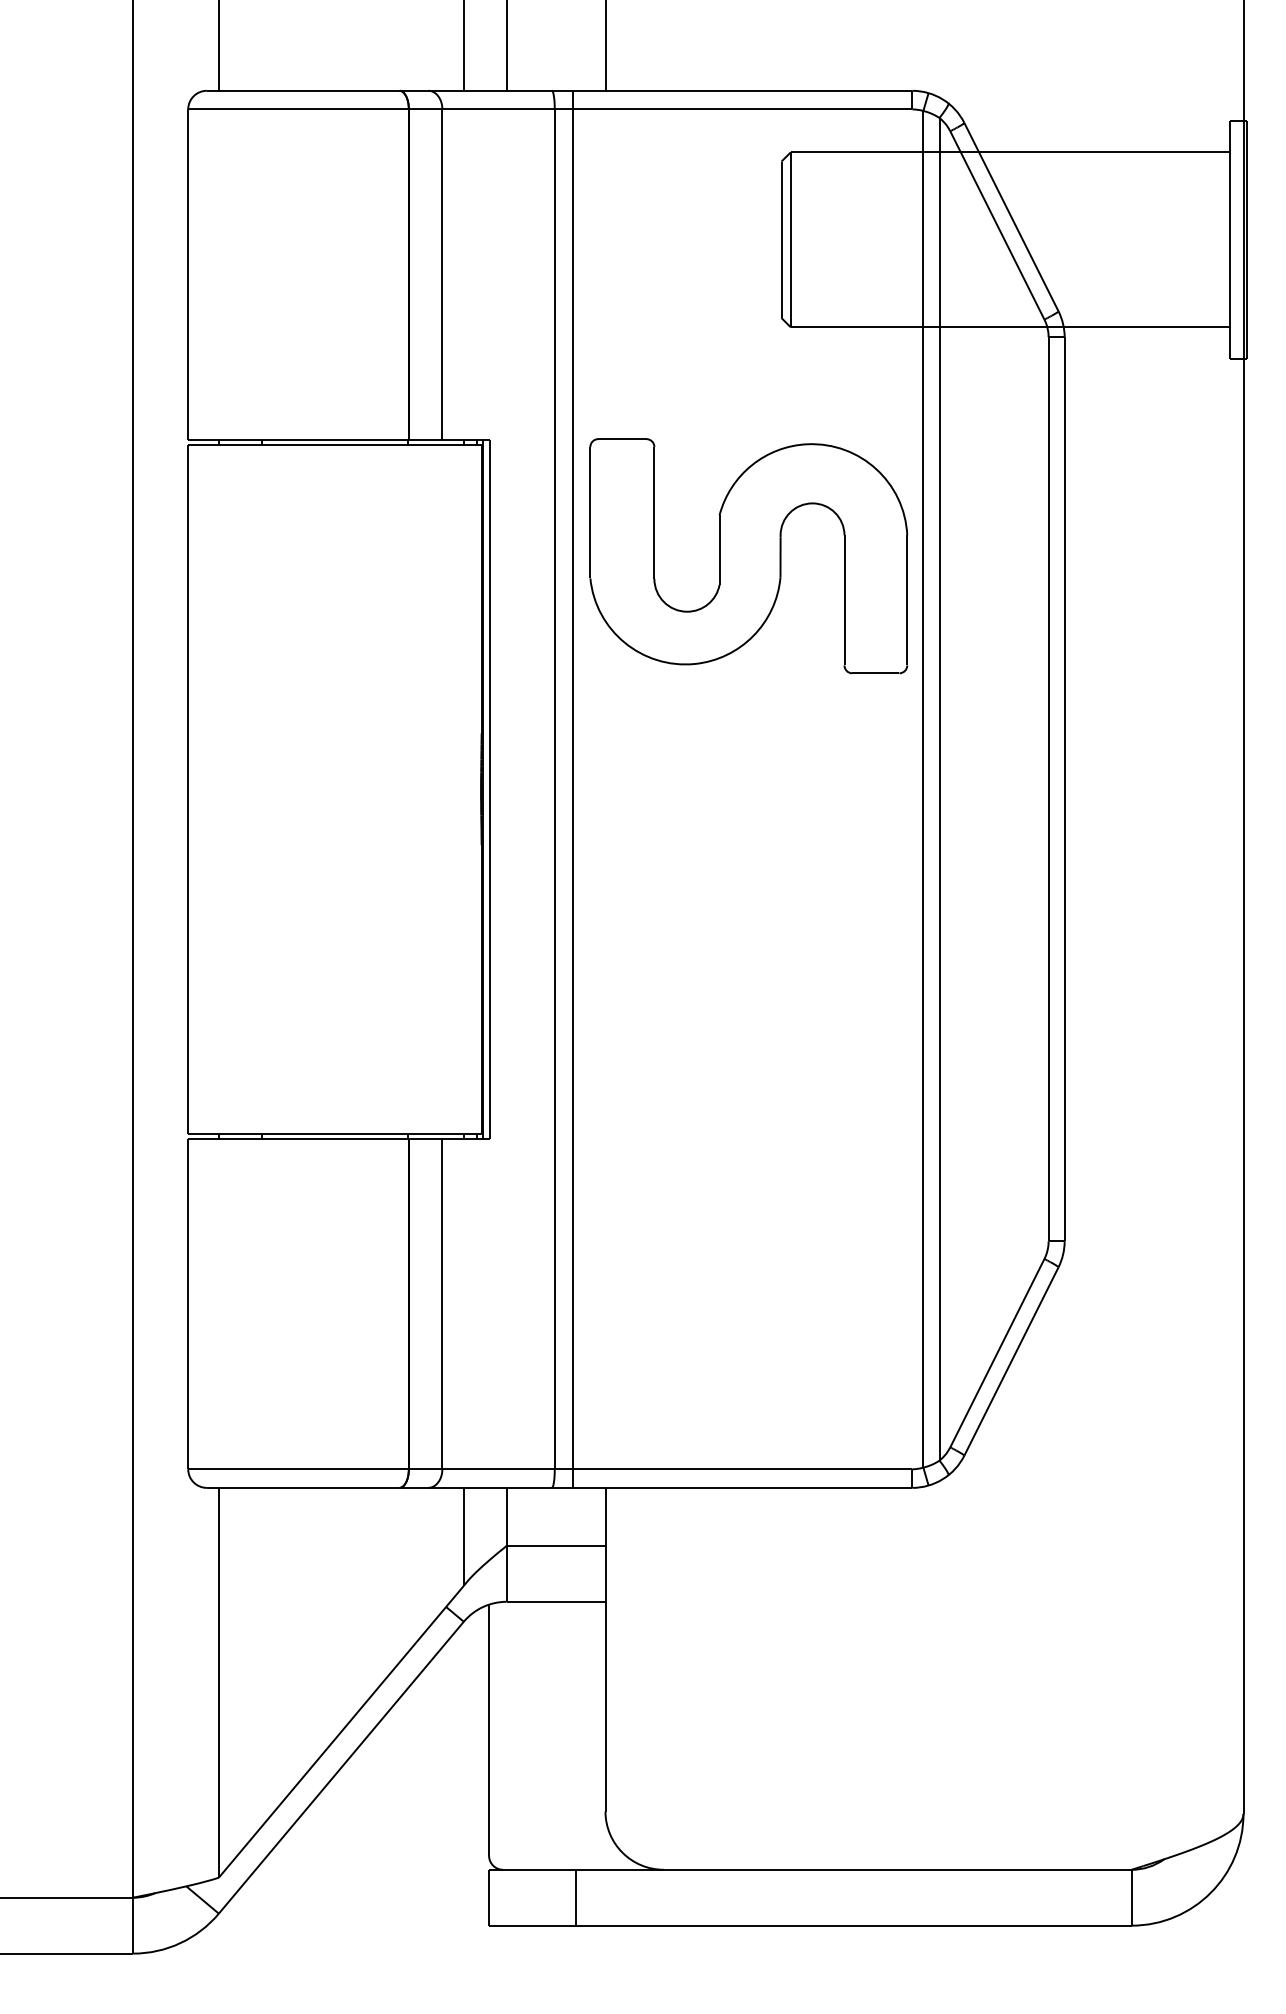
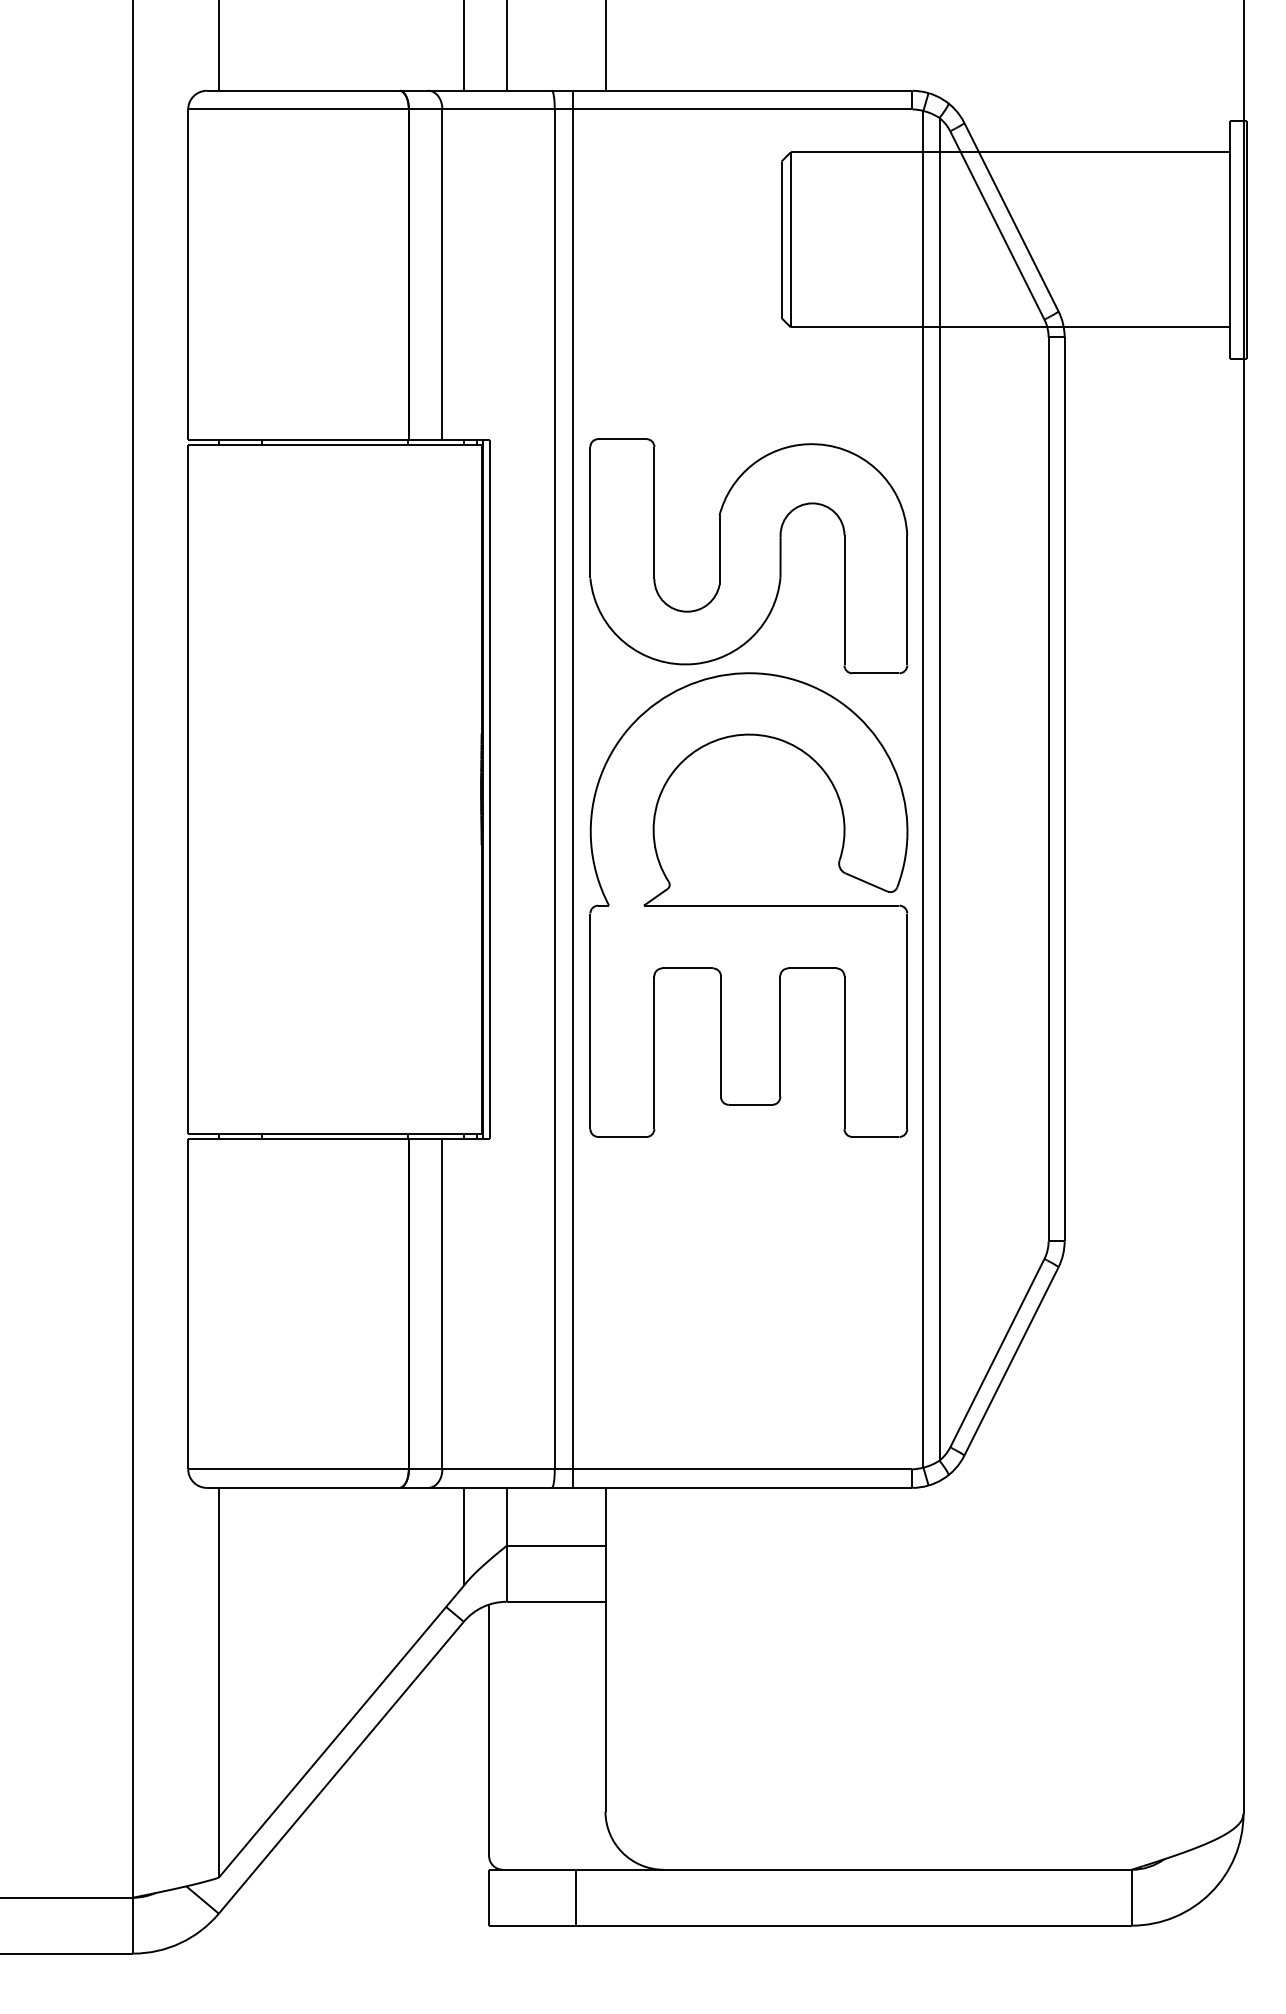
part at (748, 904): none -> present
